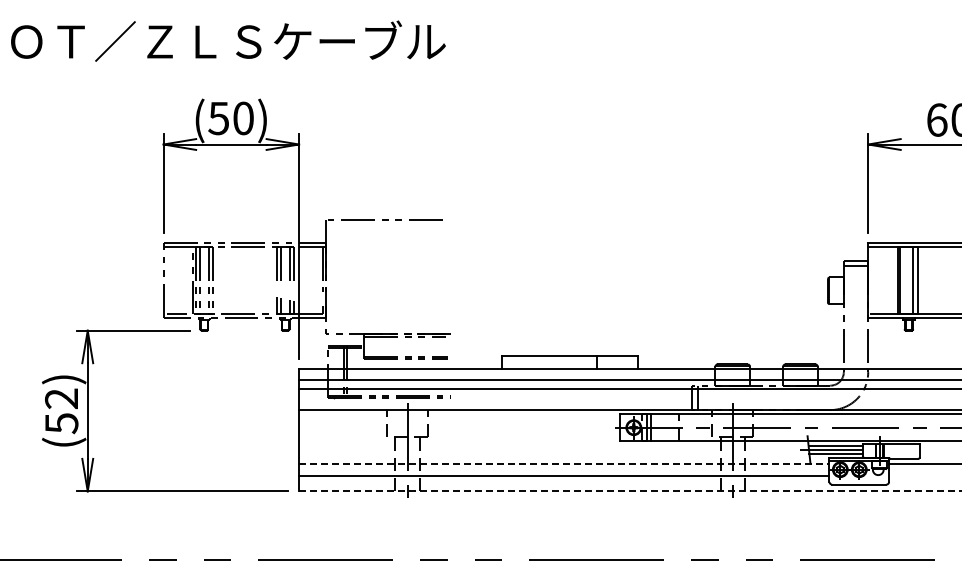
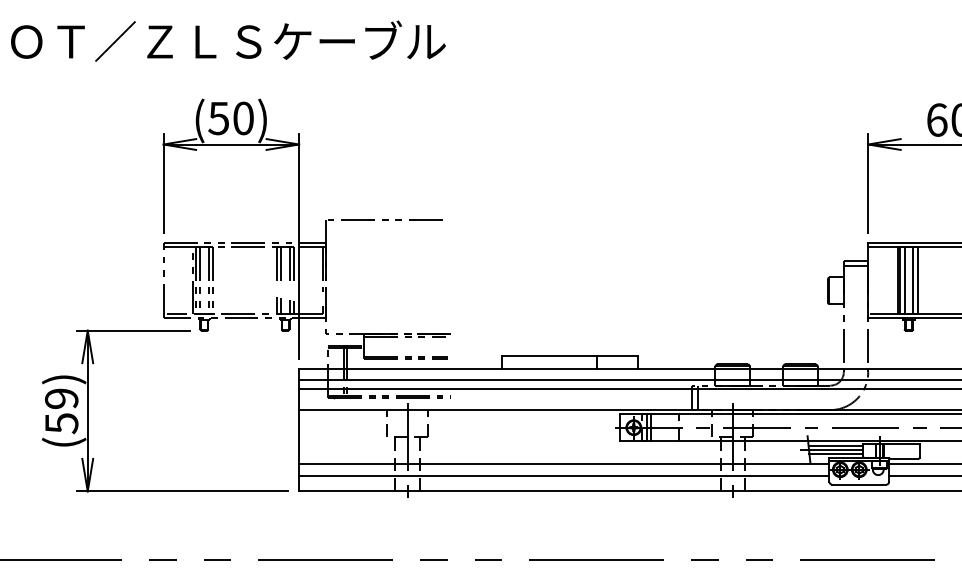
line at (904, 280): none -> present
text at (61, 398): (52) -> (59)
line at (564, 463): dashed -> solid
line at (923, 475): none -> present
line at (630, 491): dashed -> solid
